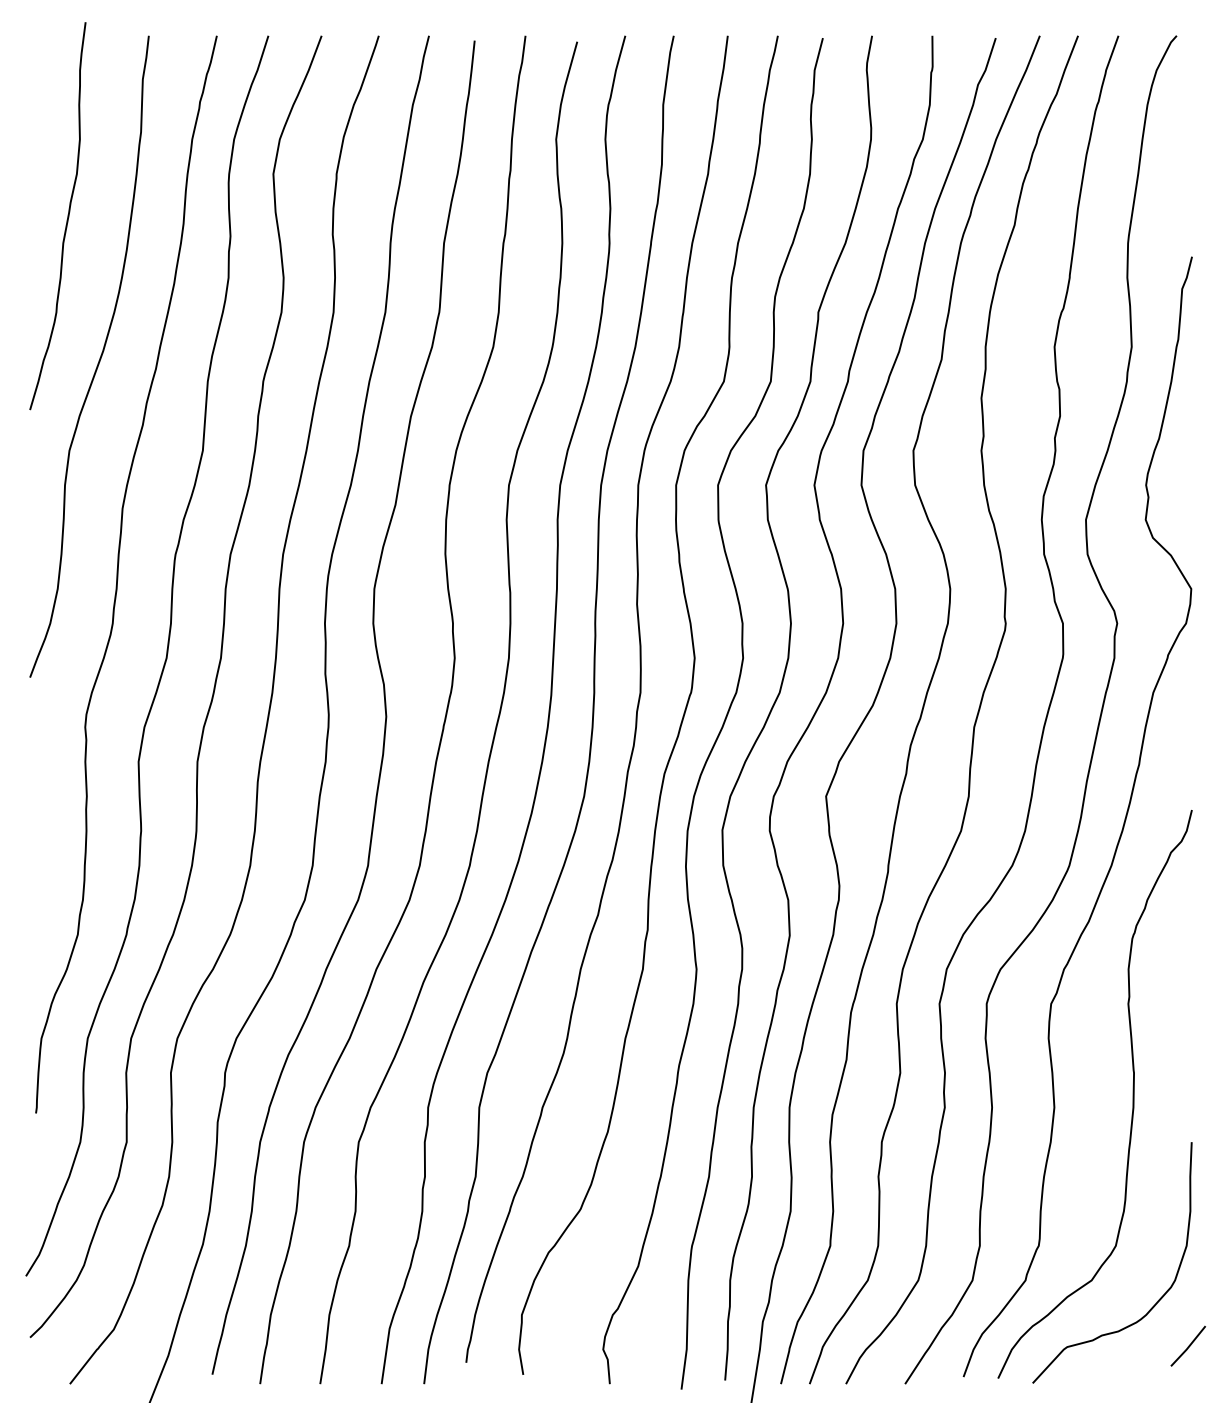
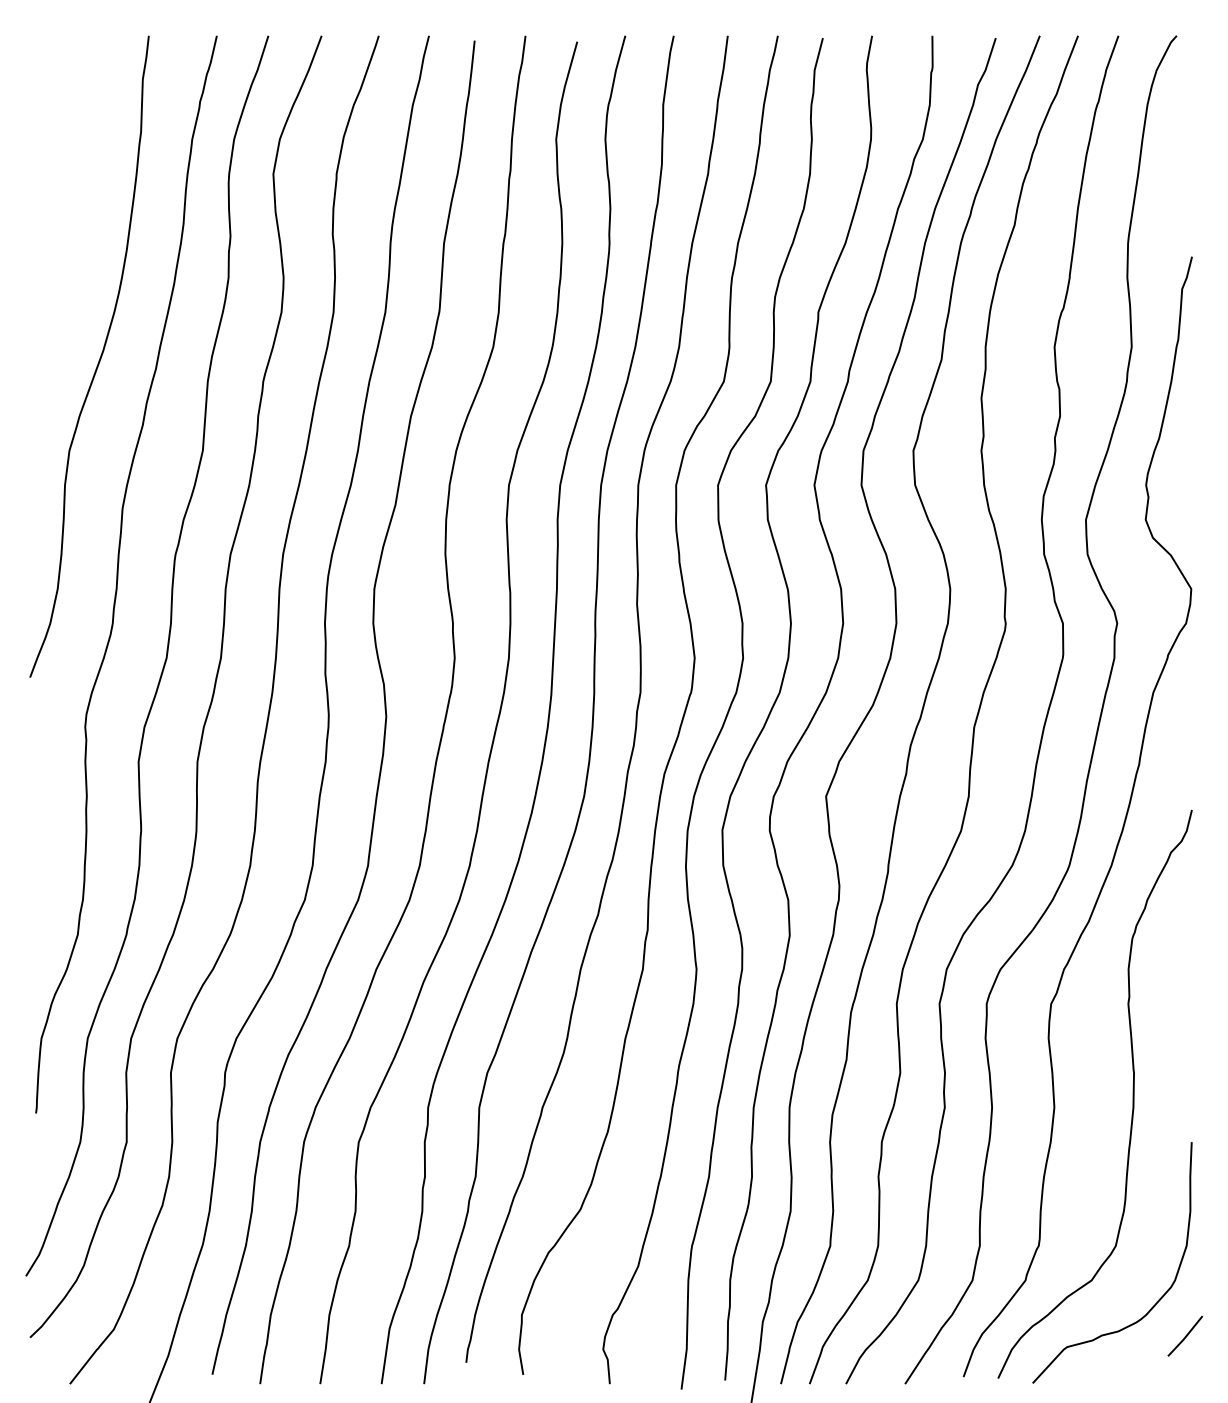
curve at (66, 219): present -> none
line at (1188, 1345) position: (1188, 1345) -> (1185, 1335)
